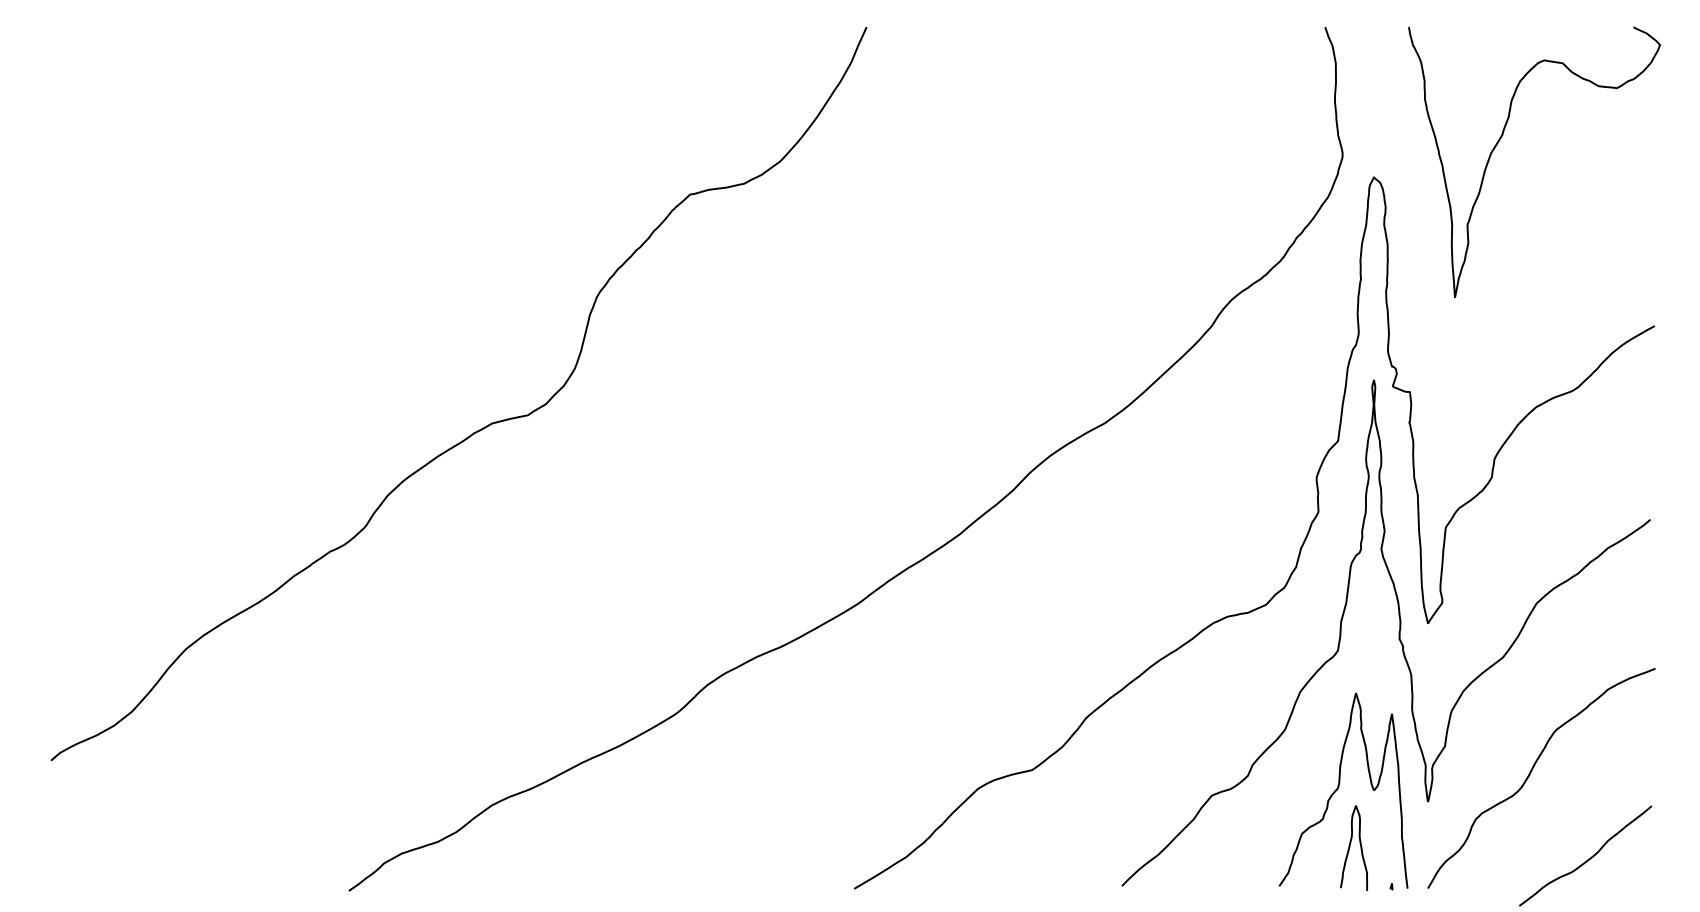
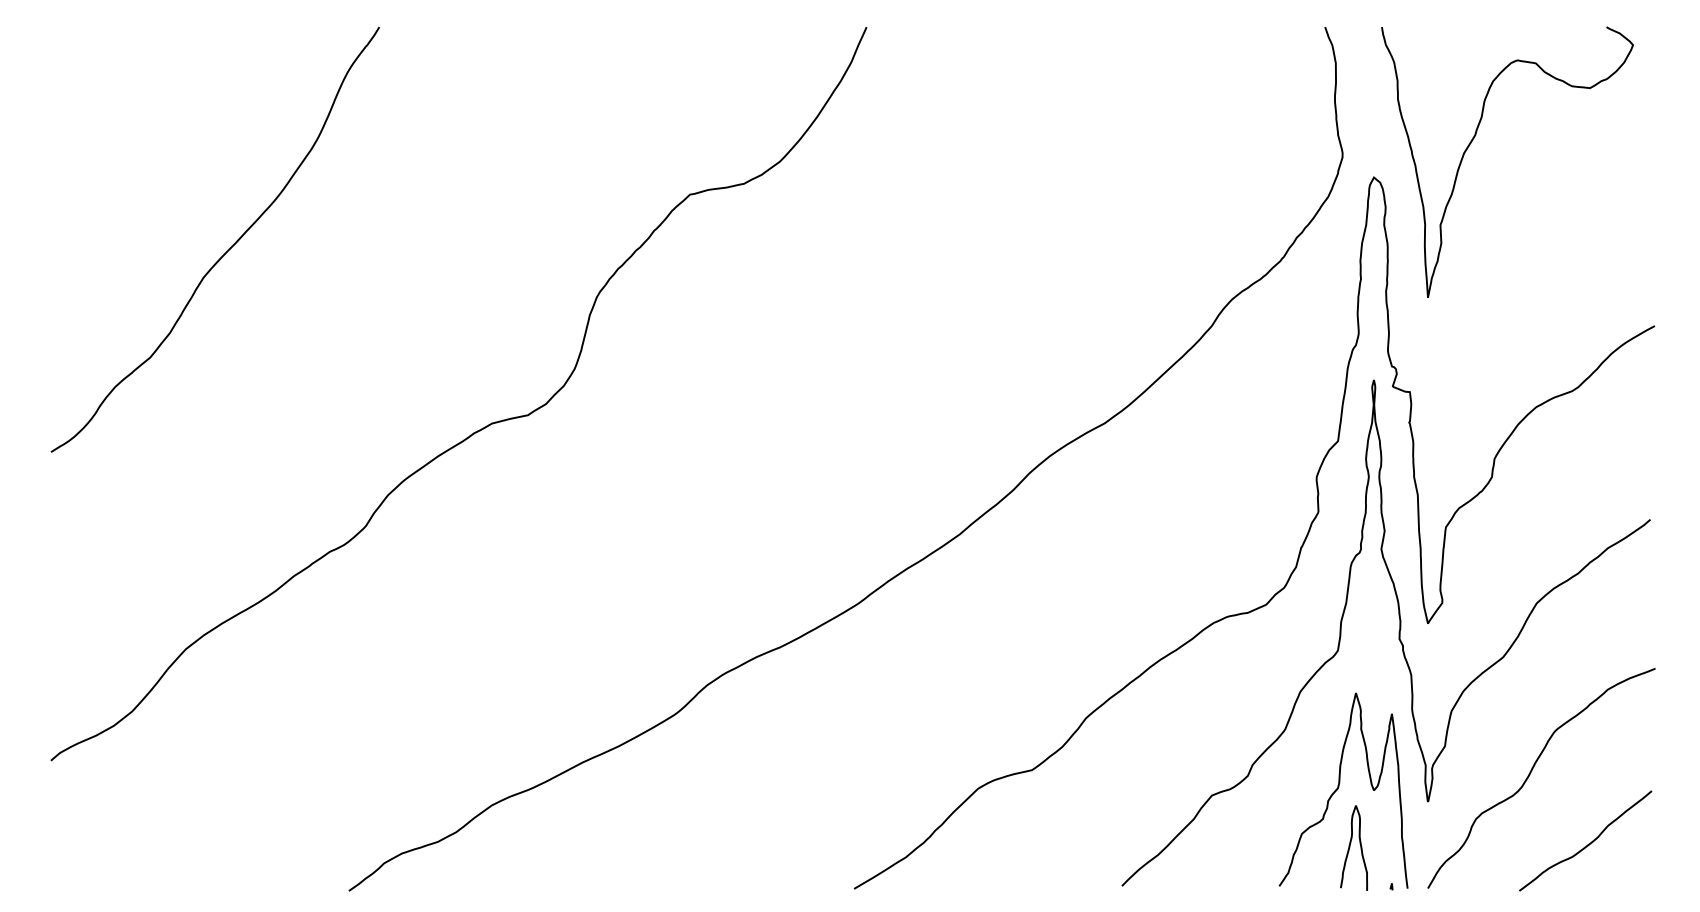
curve at (1500, 140) position: (1500, 140) -> (1473, 140)
curve at (228, 248): none -> present
curve at (1588, 858) position: (1588, 858) -> (1588, 843)
